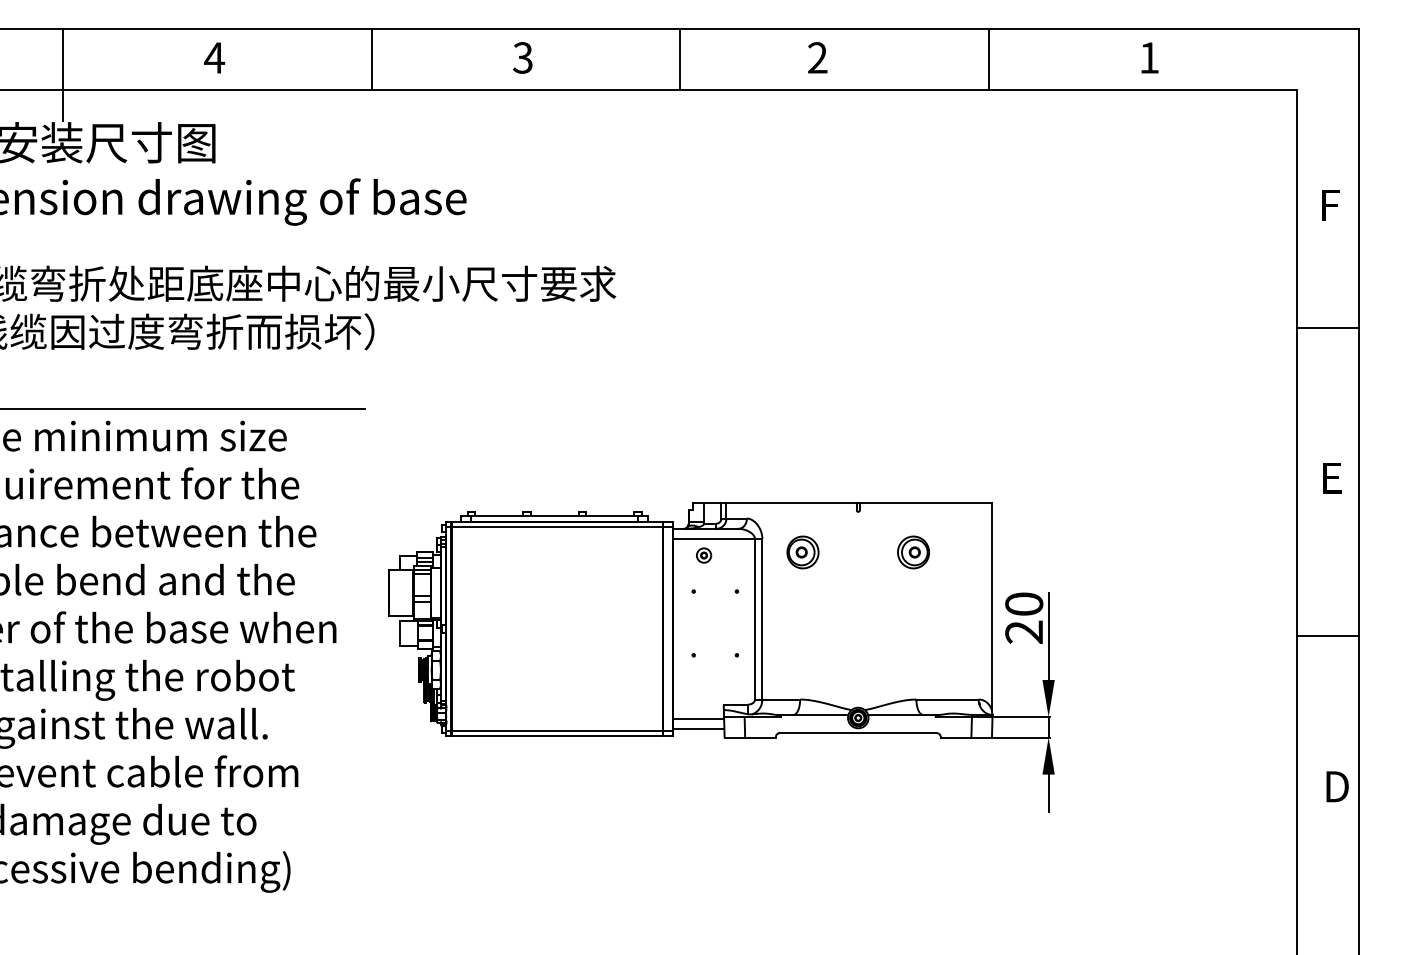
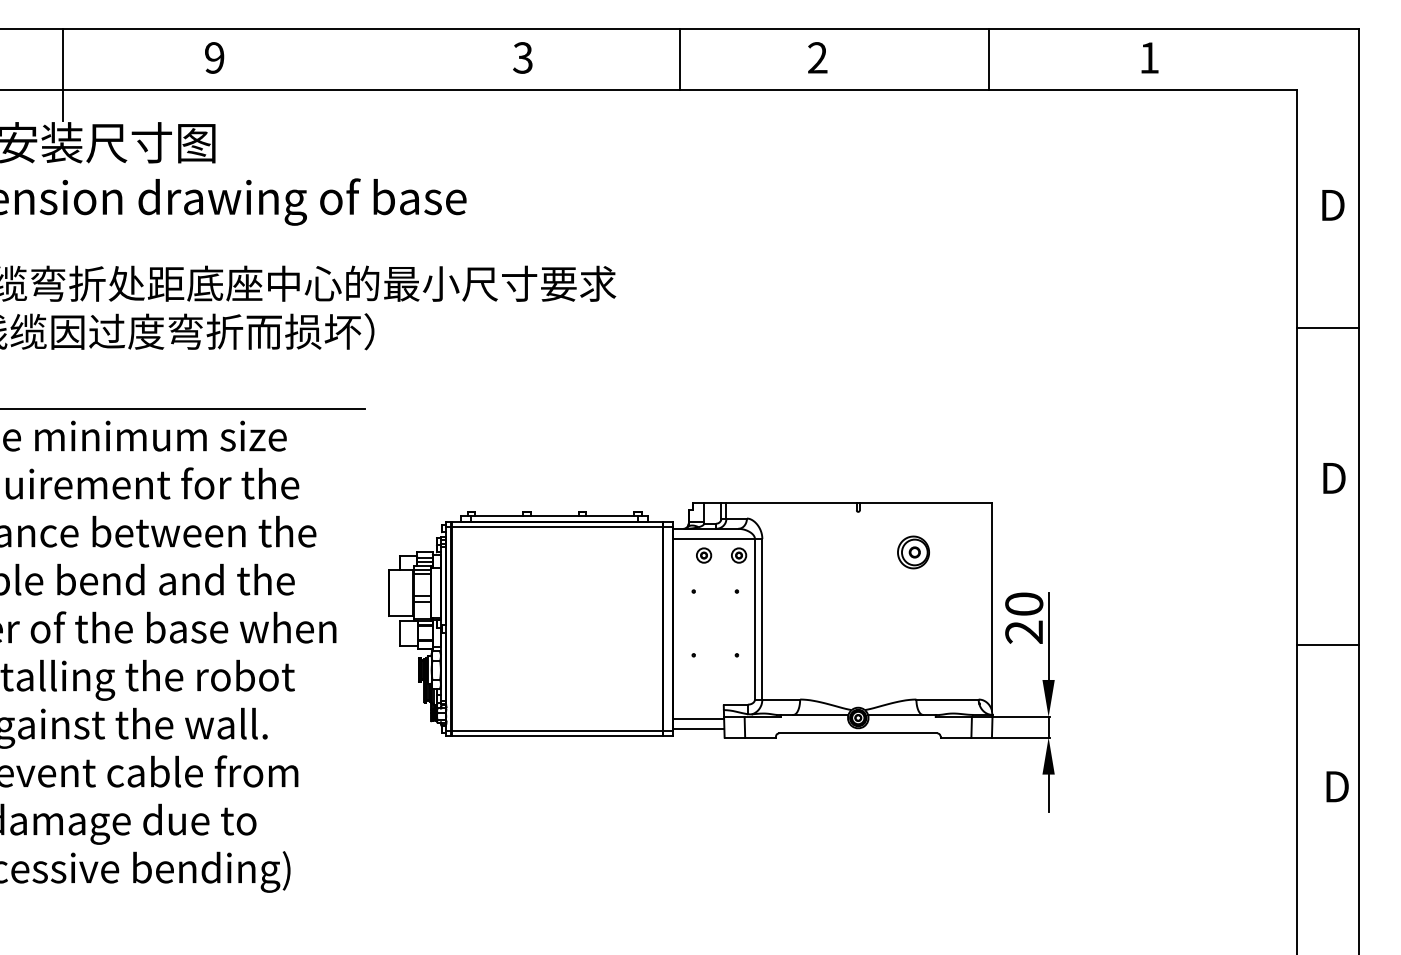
text at (214, 57): 4 -> 9
line at (371, 59): present -> none
text at (1333, 205): F -> D
text at (1334, 478): E -> D
part at (802, 552): present -> none
part at (739, 555): none -> present
line at (1327, 636) position: (1327, 636) -> (1327, 645)
